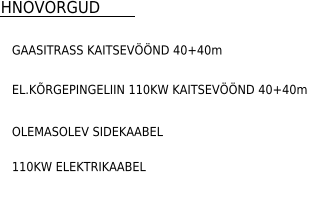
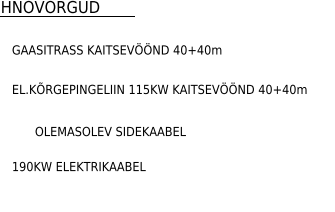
text at (146, 89): 110KW -> 115KW
text at (87, 131) position: (87, 131) -> (110, 131)
text at (22, 166): 110KW -> 190KW
